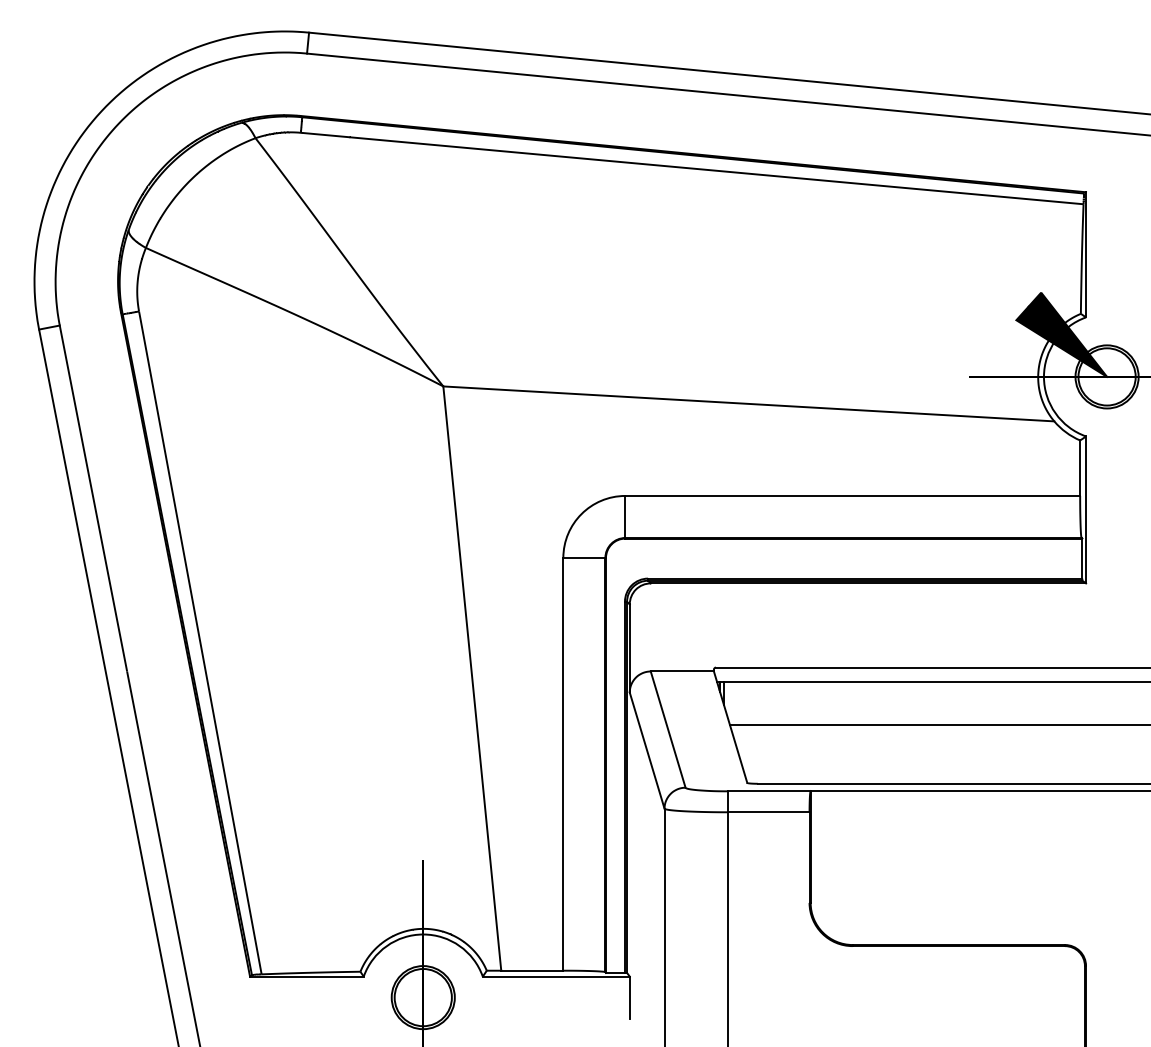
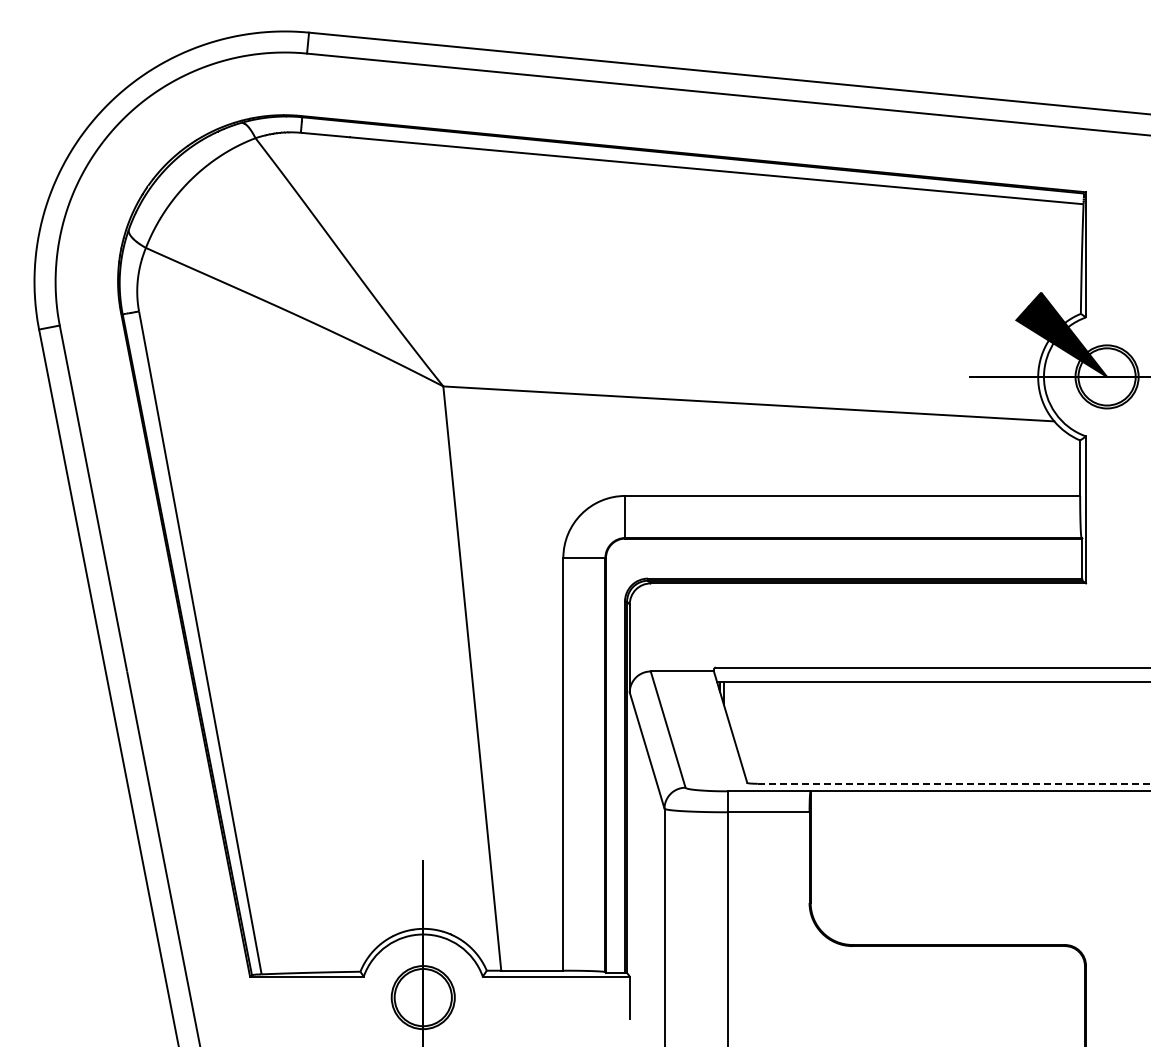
line at (938, 724): present -> none
line at (954, 783): solid -> dashed
